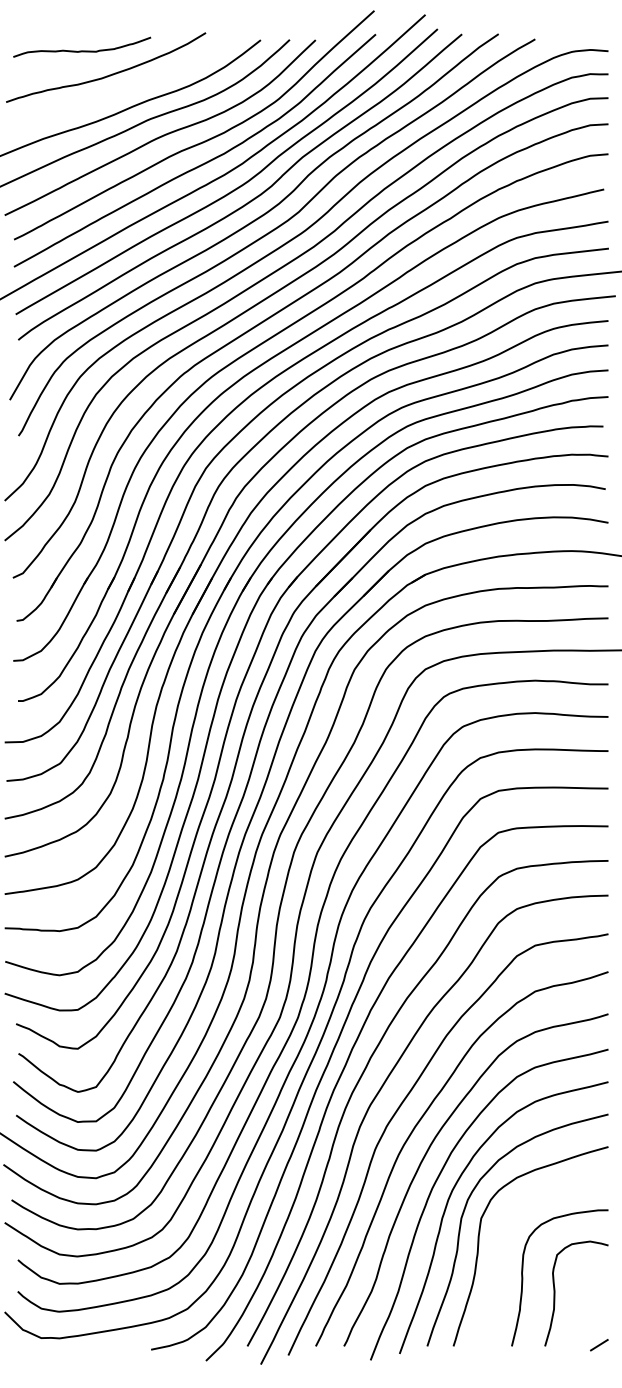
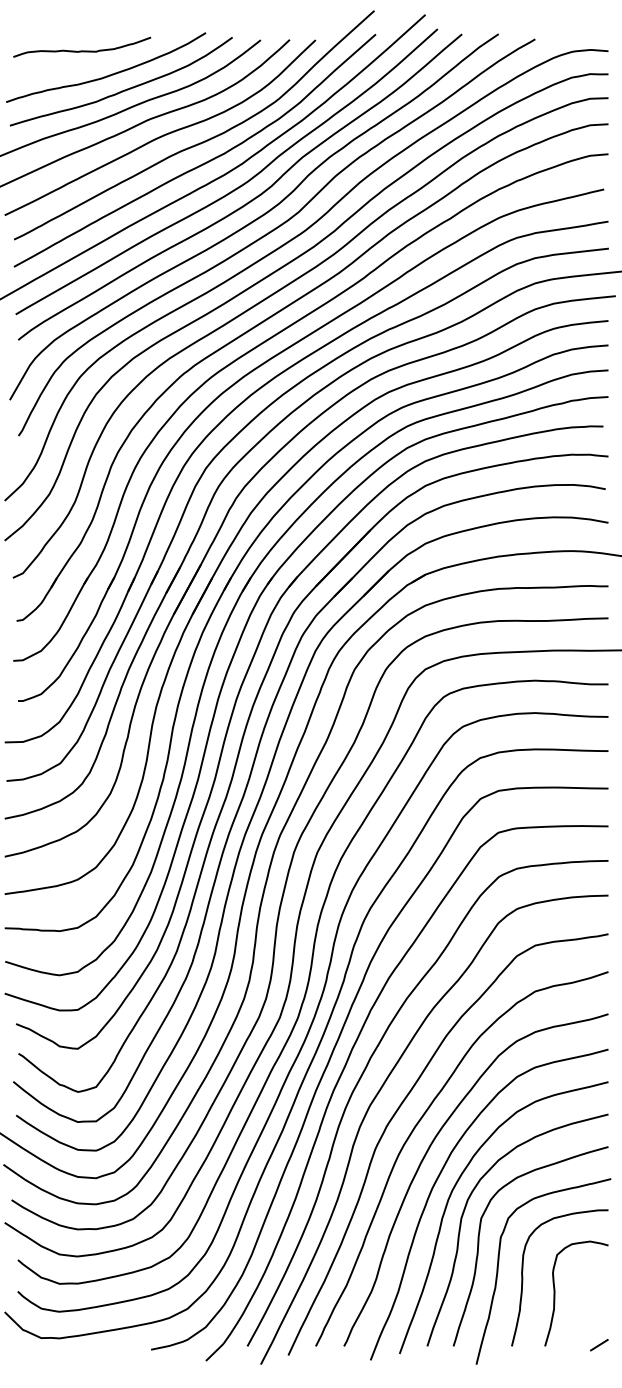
curve at (124, 89): none -> present
curve at (499, 1262): none -> present
